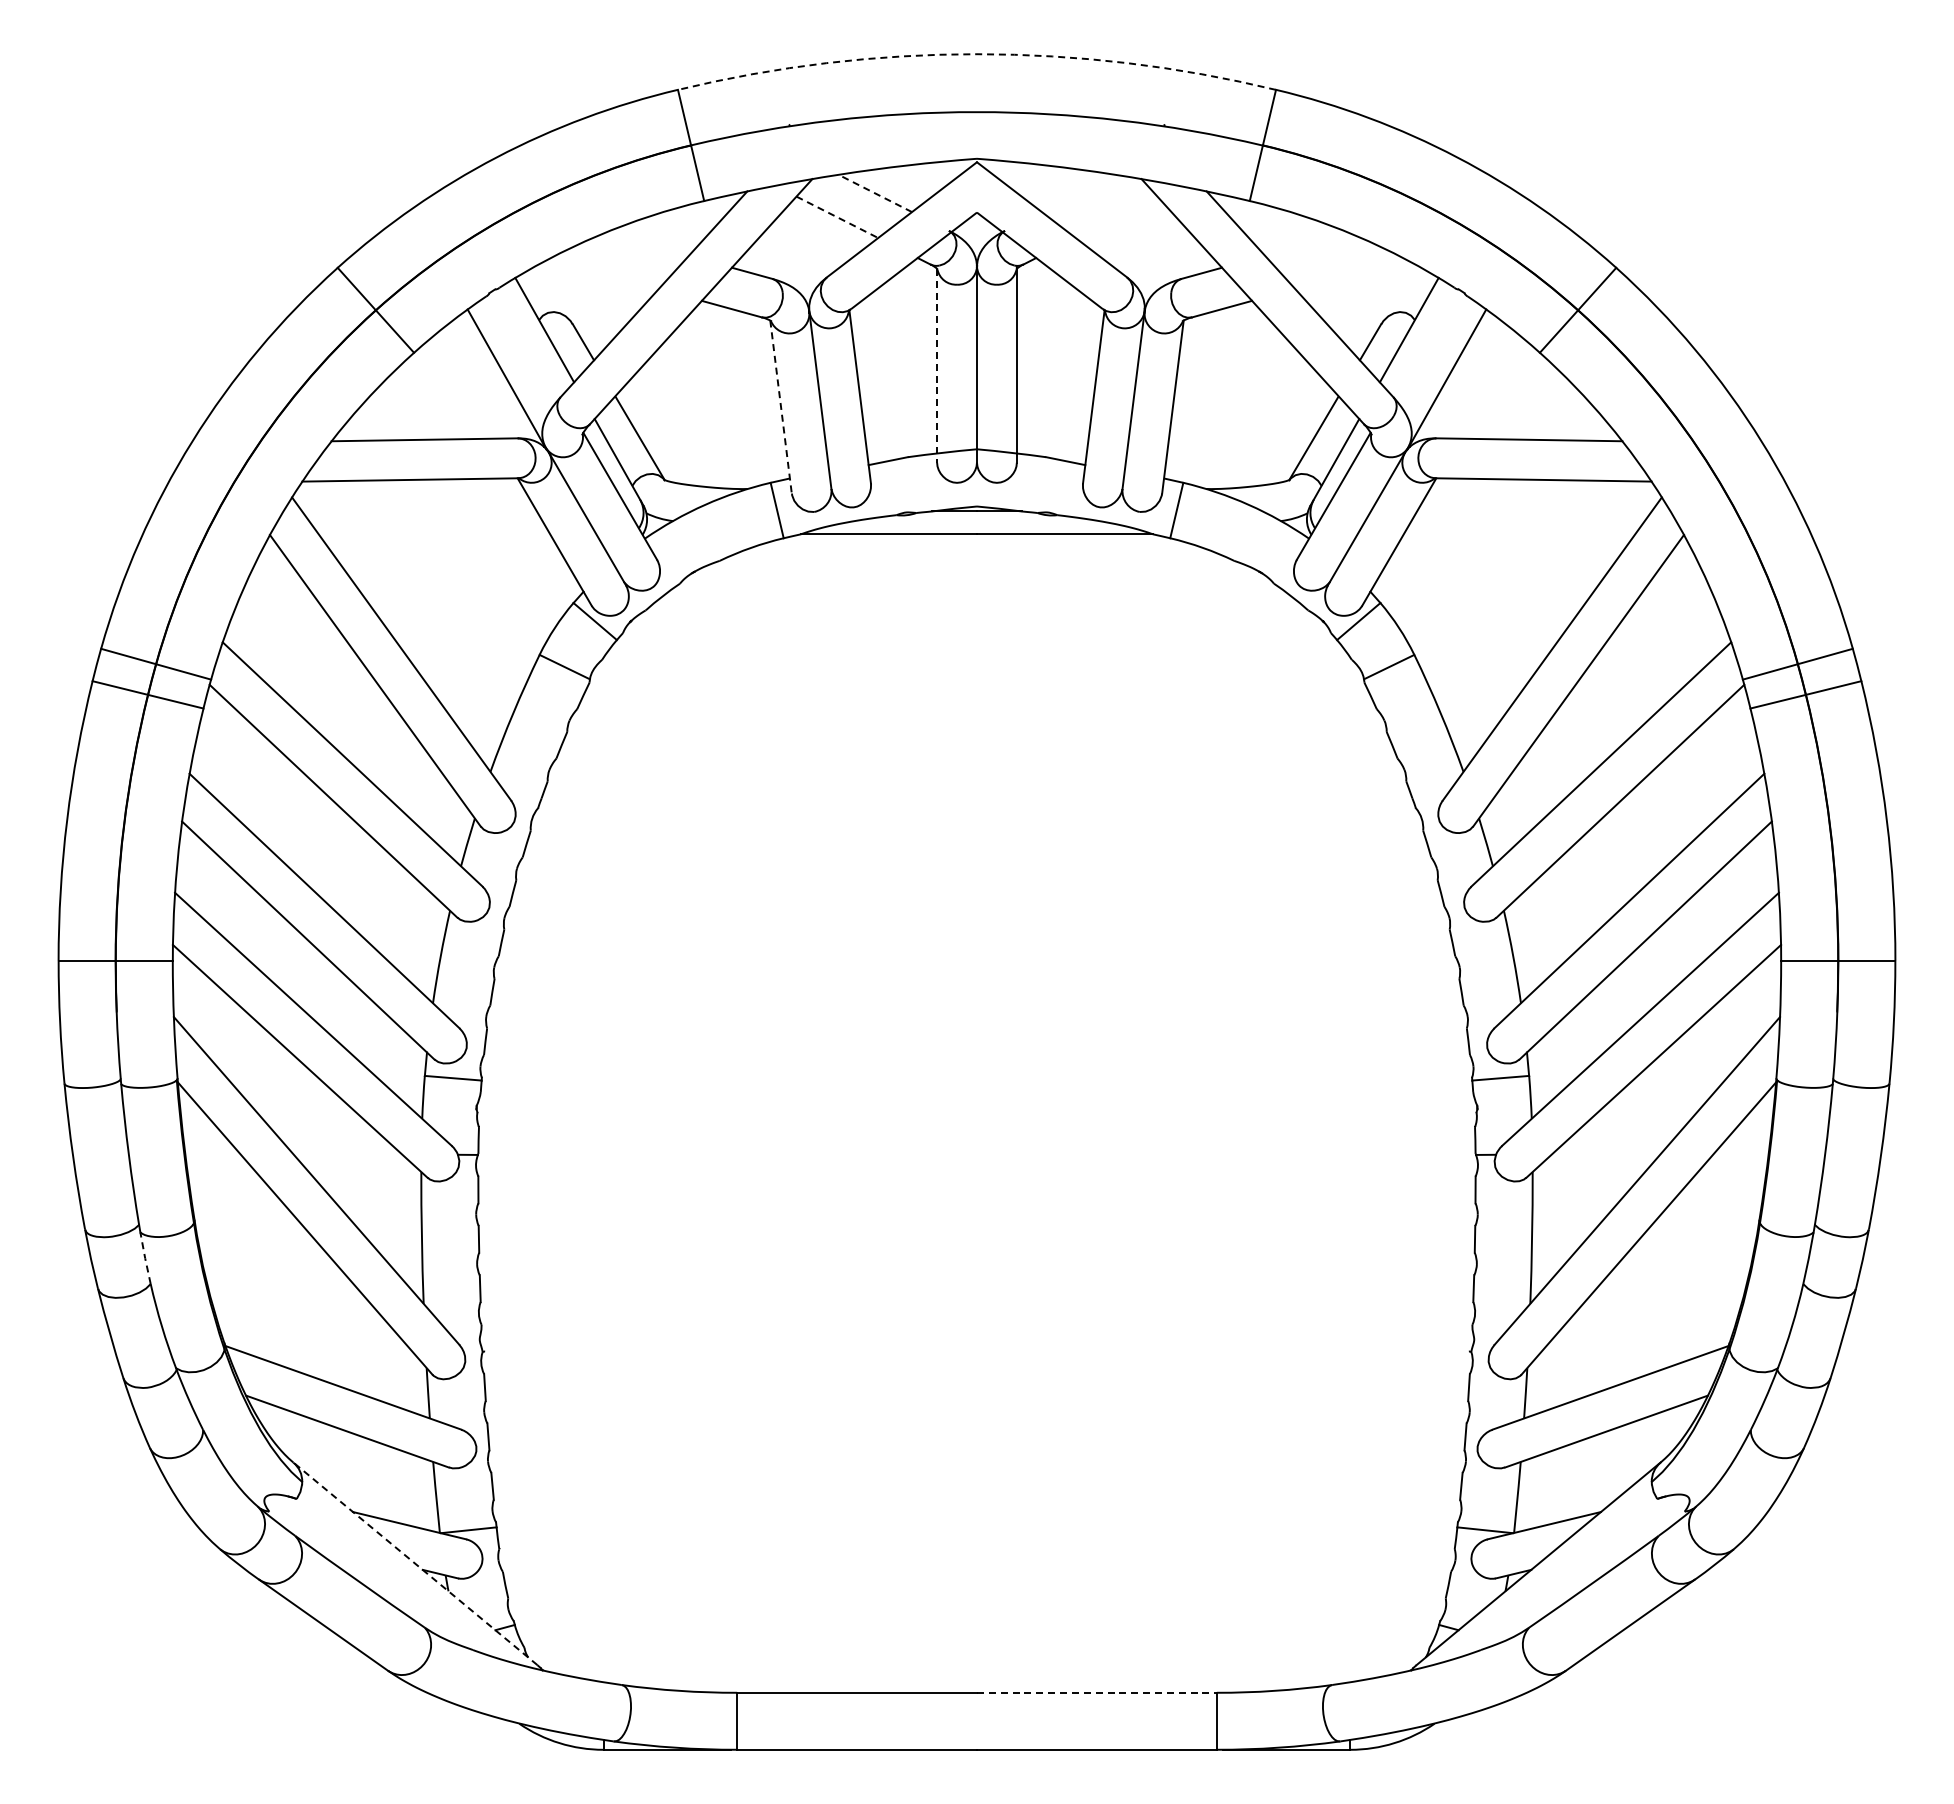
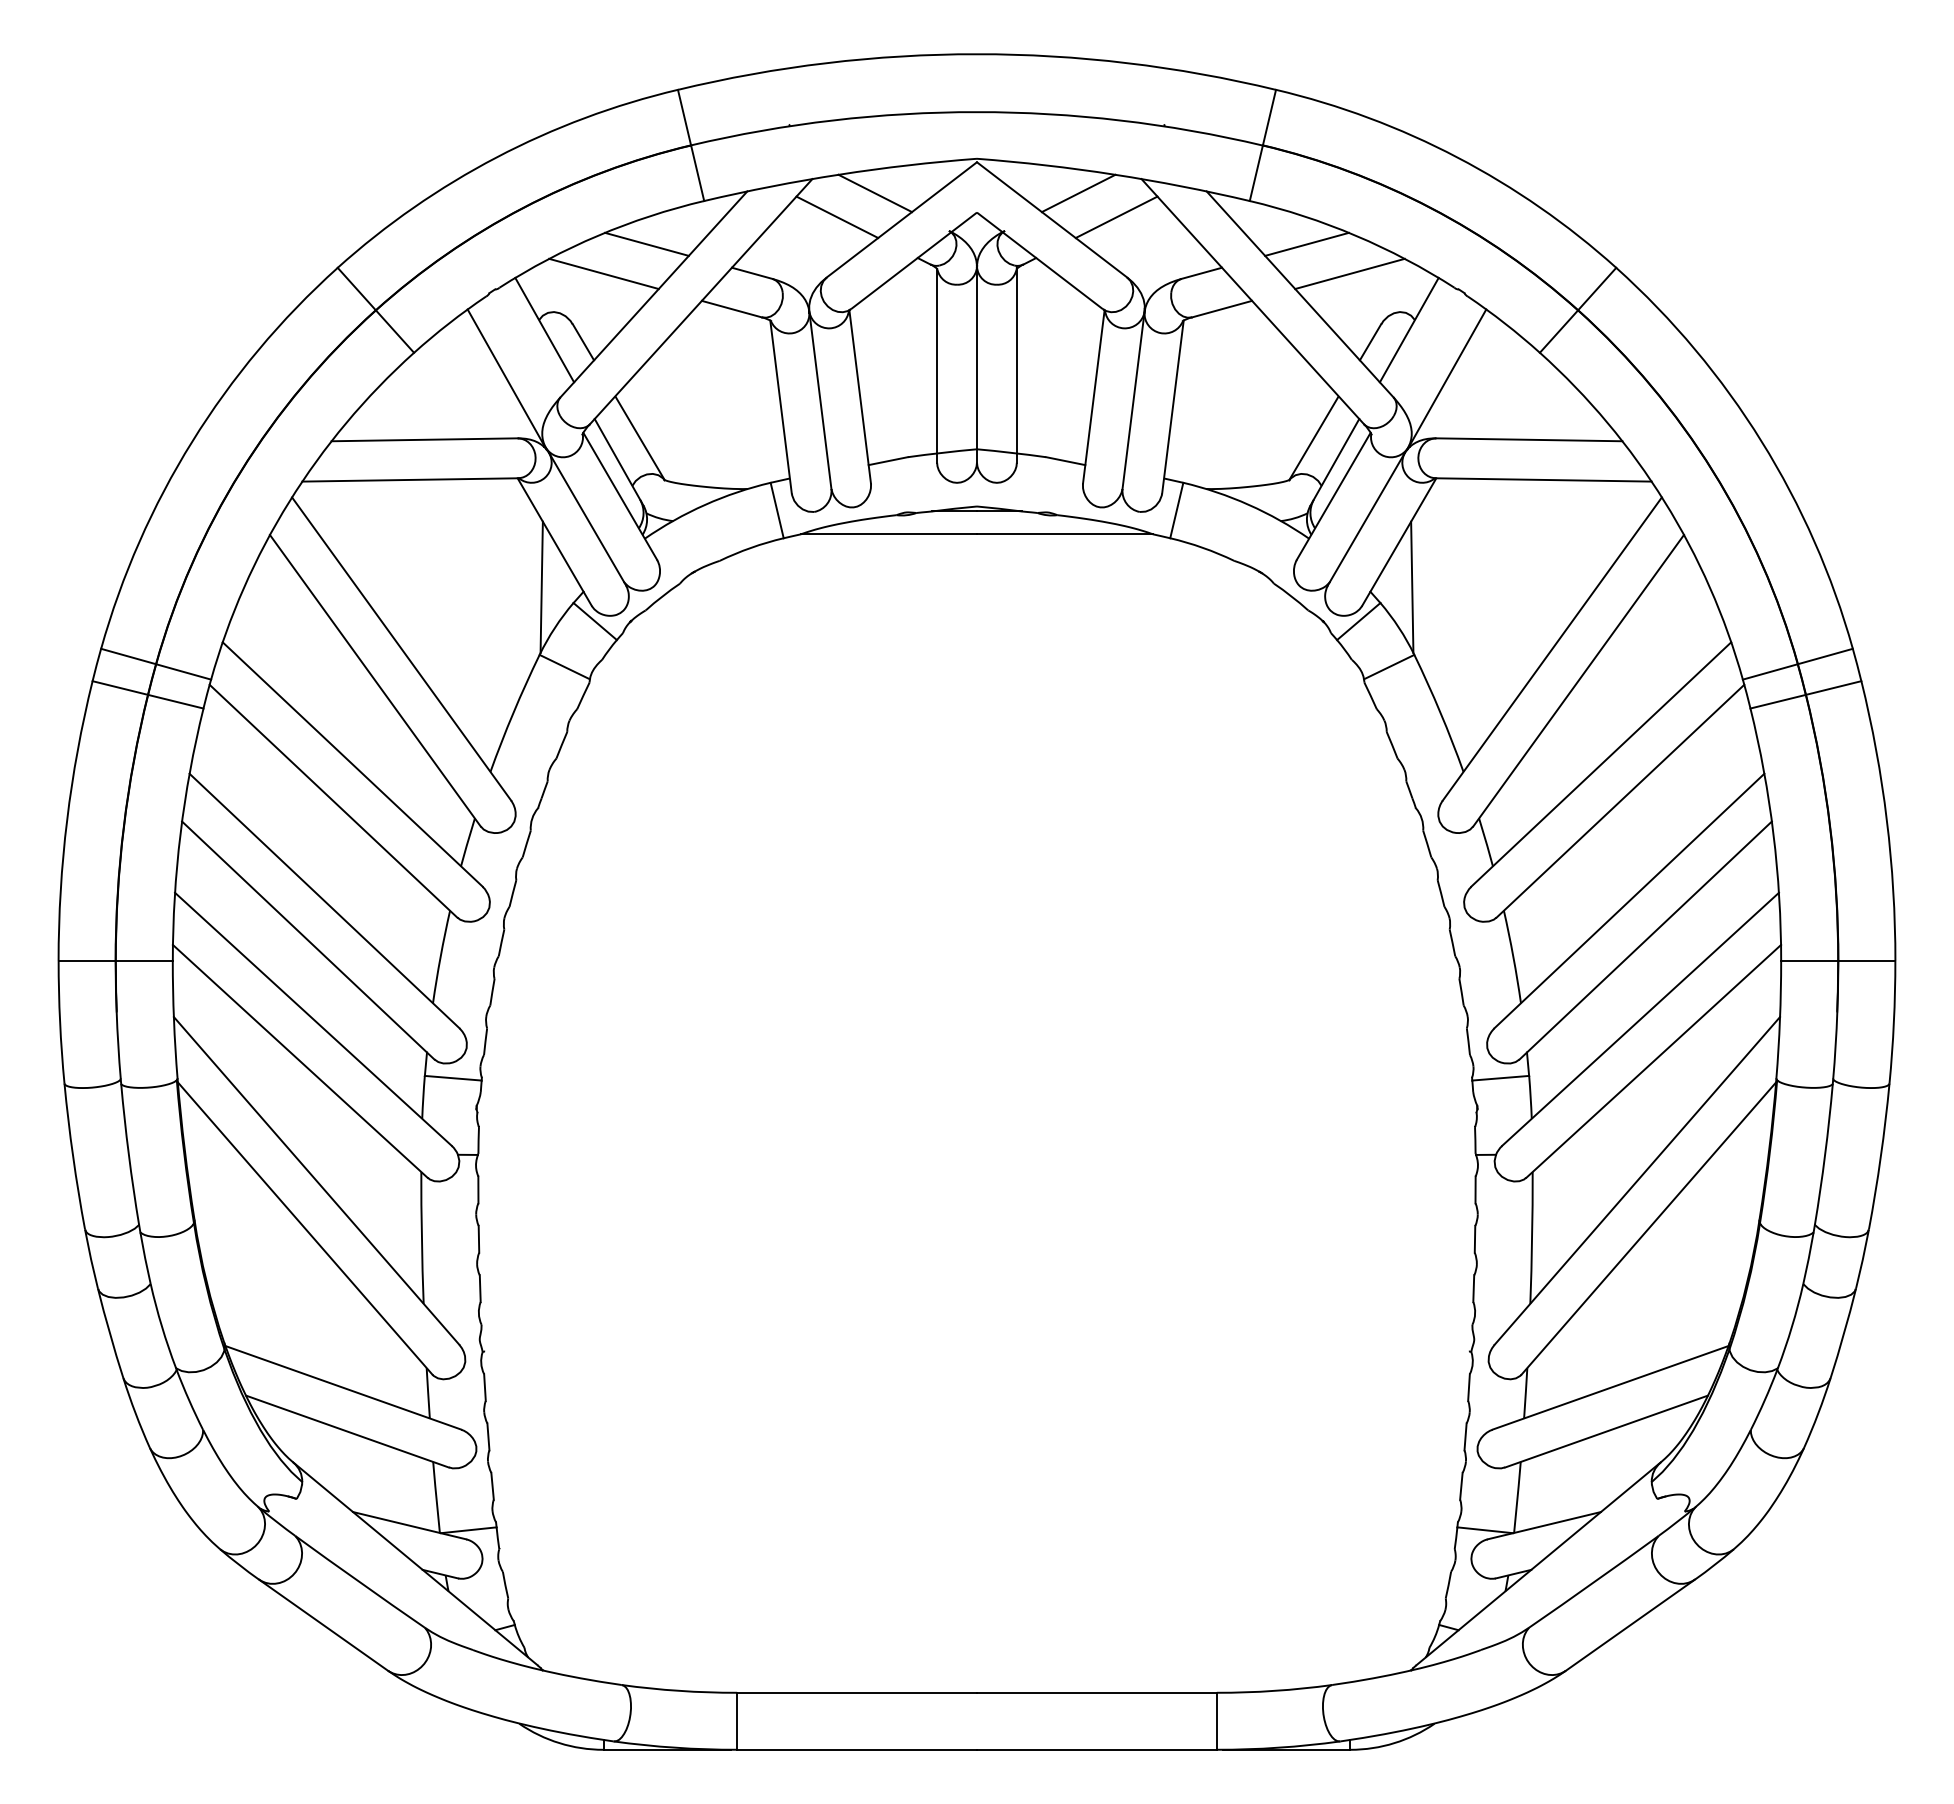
arc at (976, 54): dashed -> solid
line at (874, 193): dashed -> solid
line at (1078, 193): none -> present
line at (837, 217): dashed -> solid
line at (1116, 217): none -> present
line at (646, 243): none -> present
line at (1306, 243): none -> present
line at (603, 273): none -> present
line at (1349, 273): none -> present
line at (937, 365): dashed -> solid
line at (781, 407): dashed -> solid
line at (541, 587): none -> present
line at (1412, 587): none -> present
line at (145, 1258): dashed -> solid
line at (415, 1563): dashed -> solid
line at (1097, 1692): dashed -> solid
